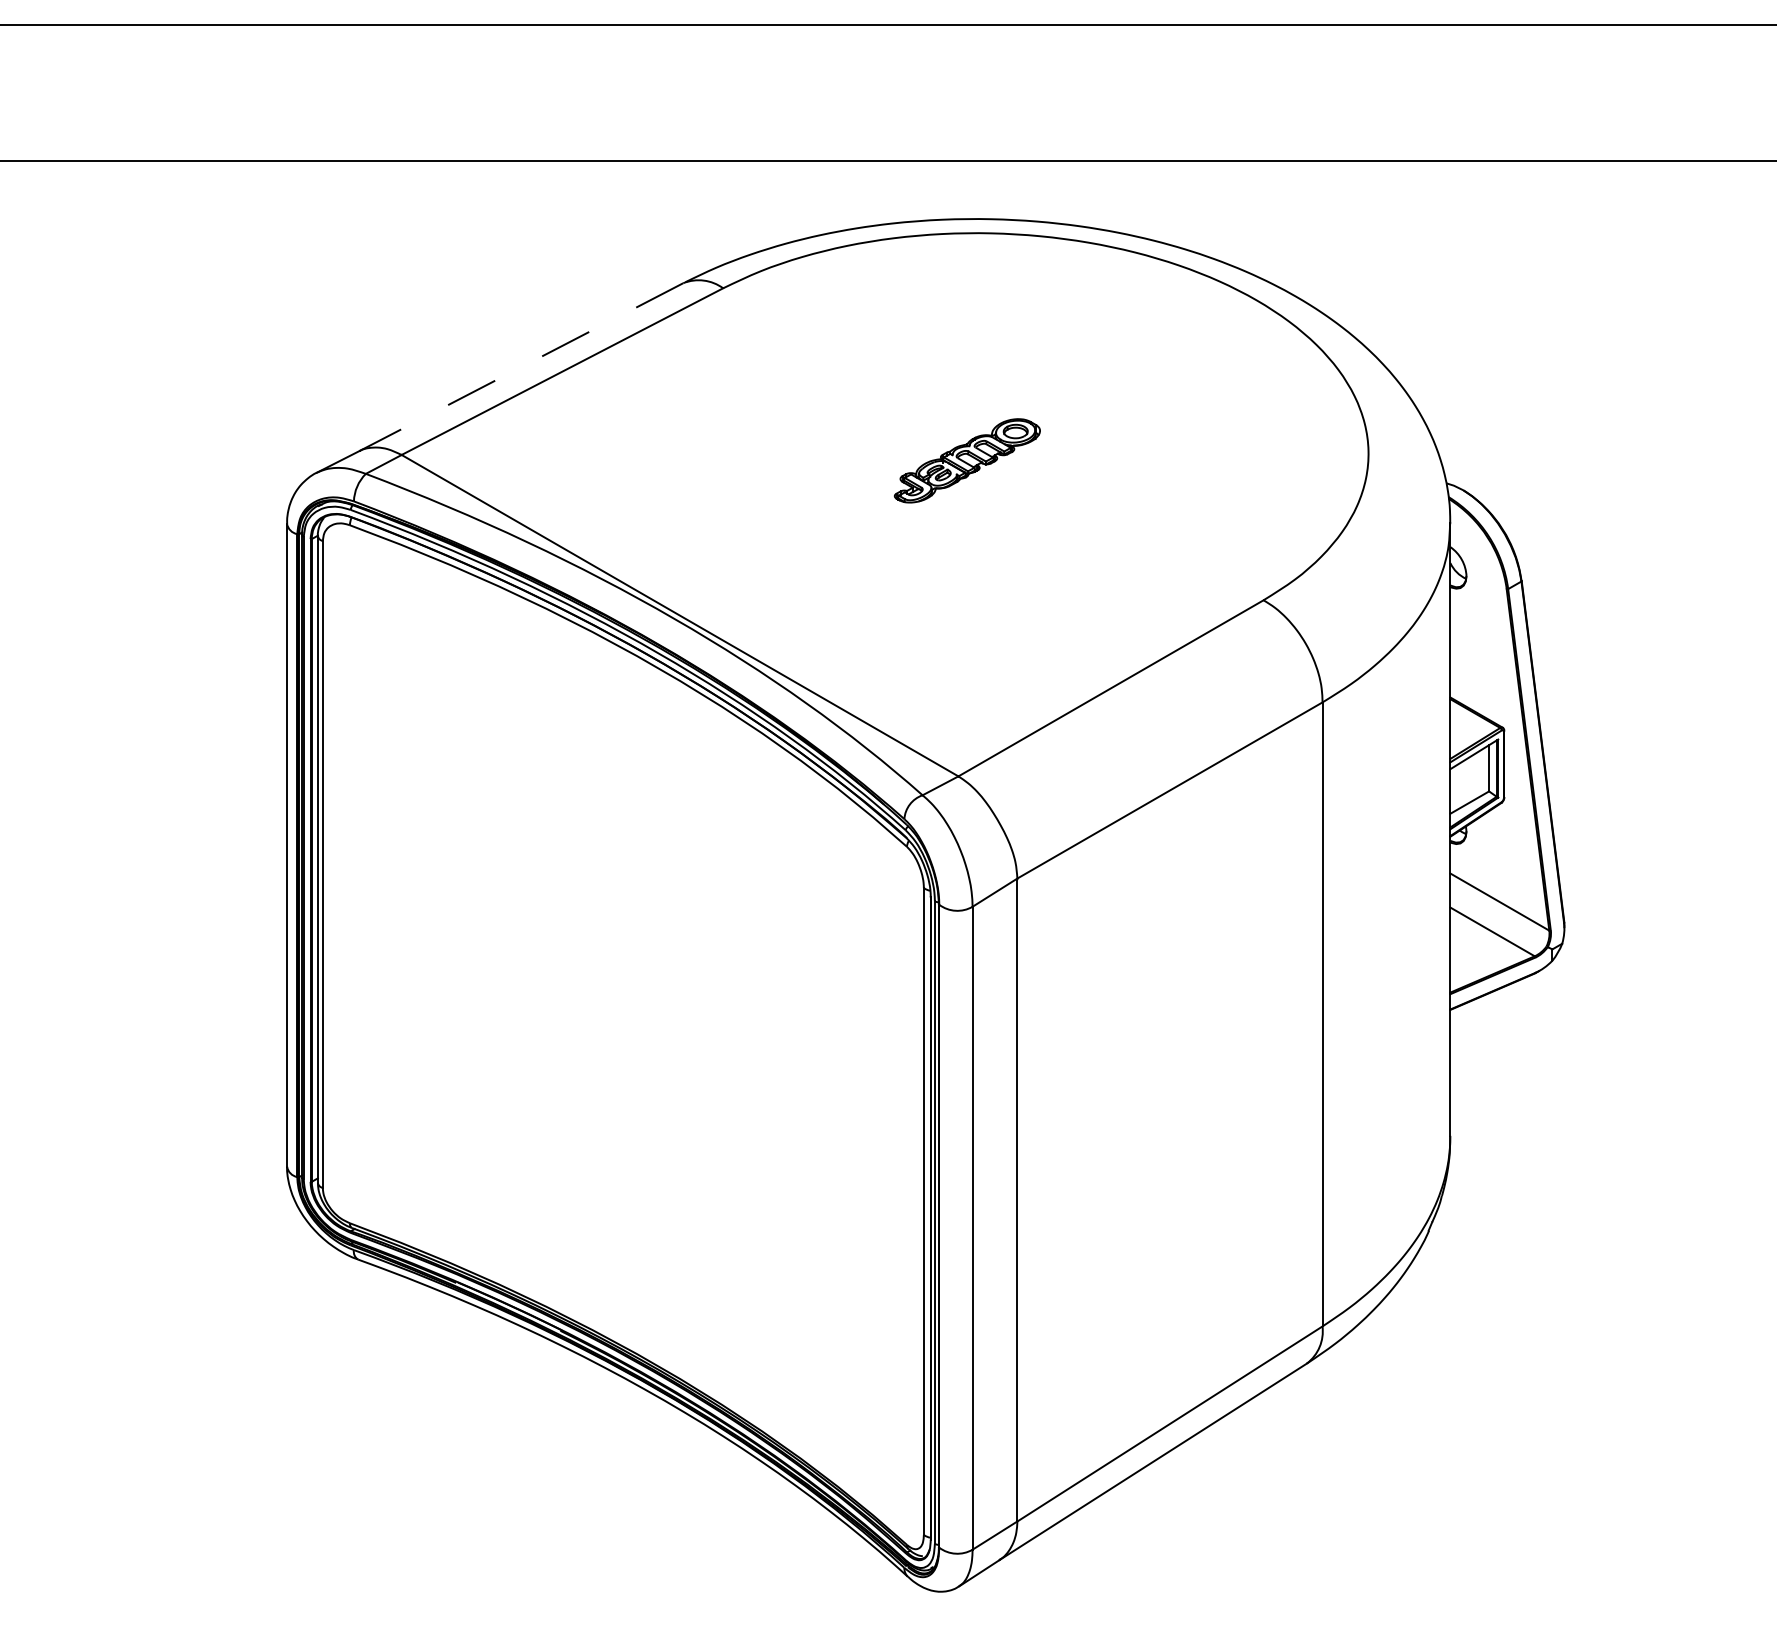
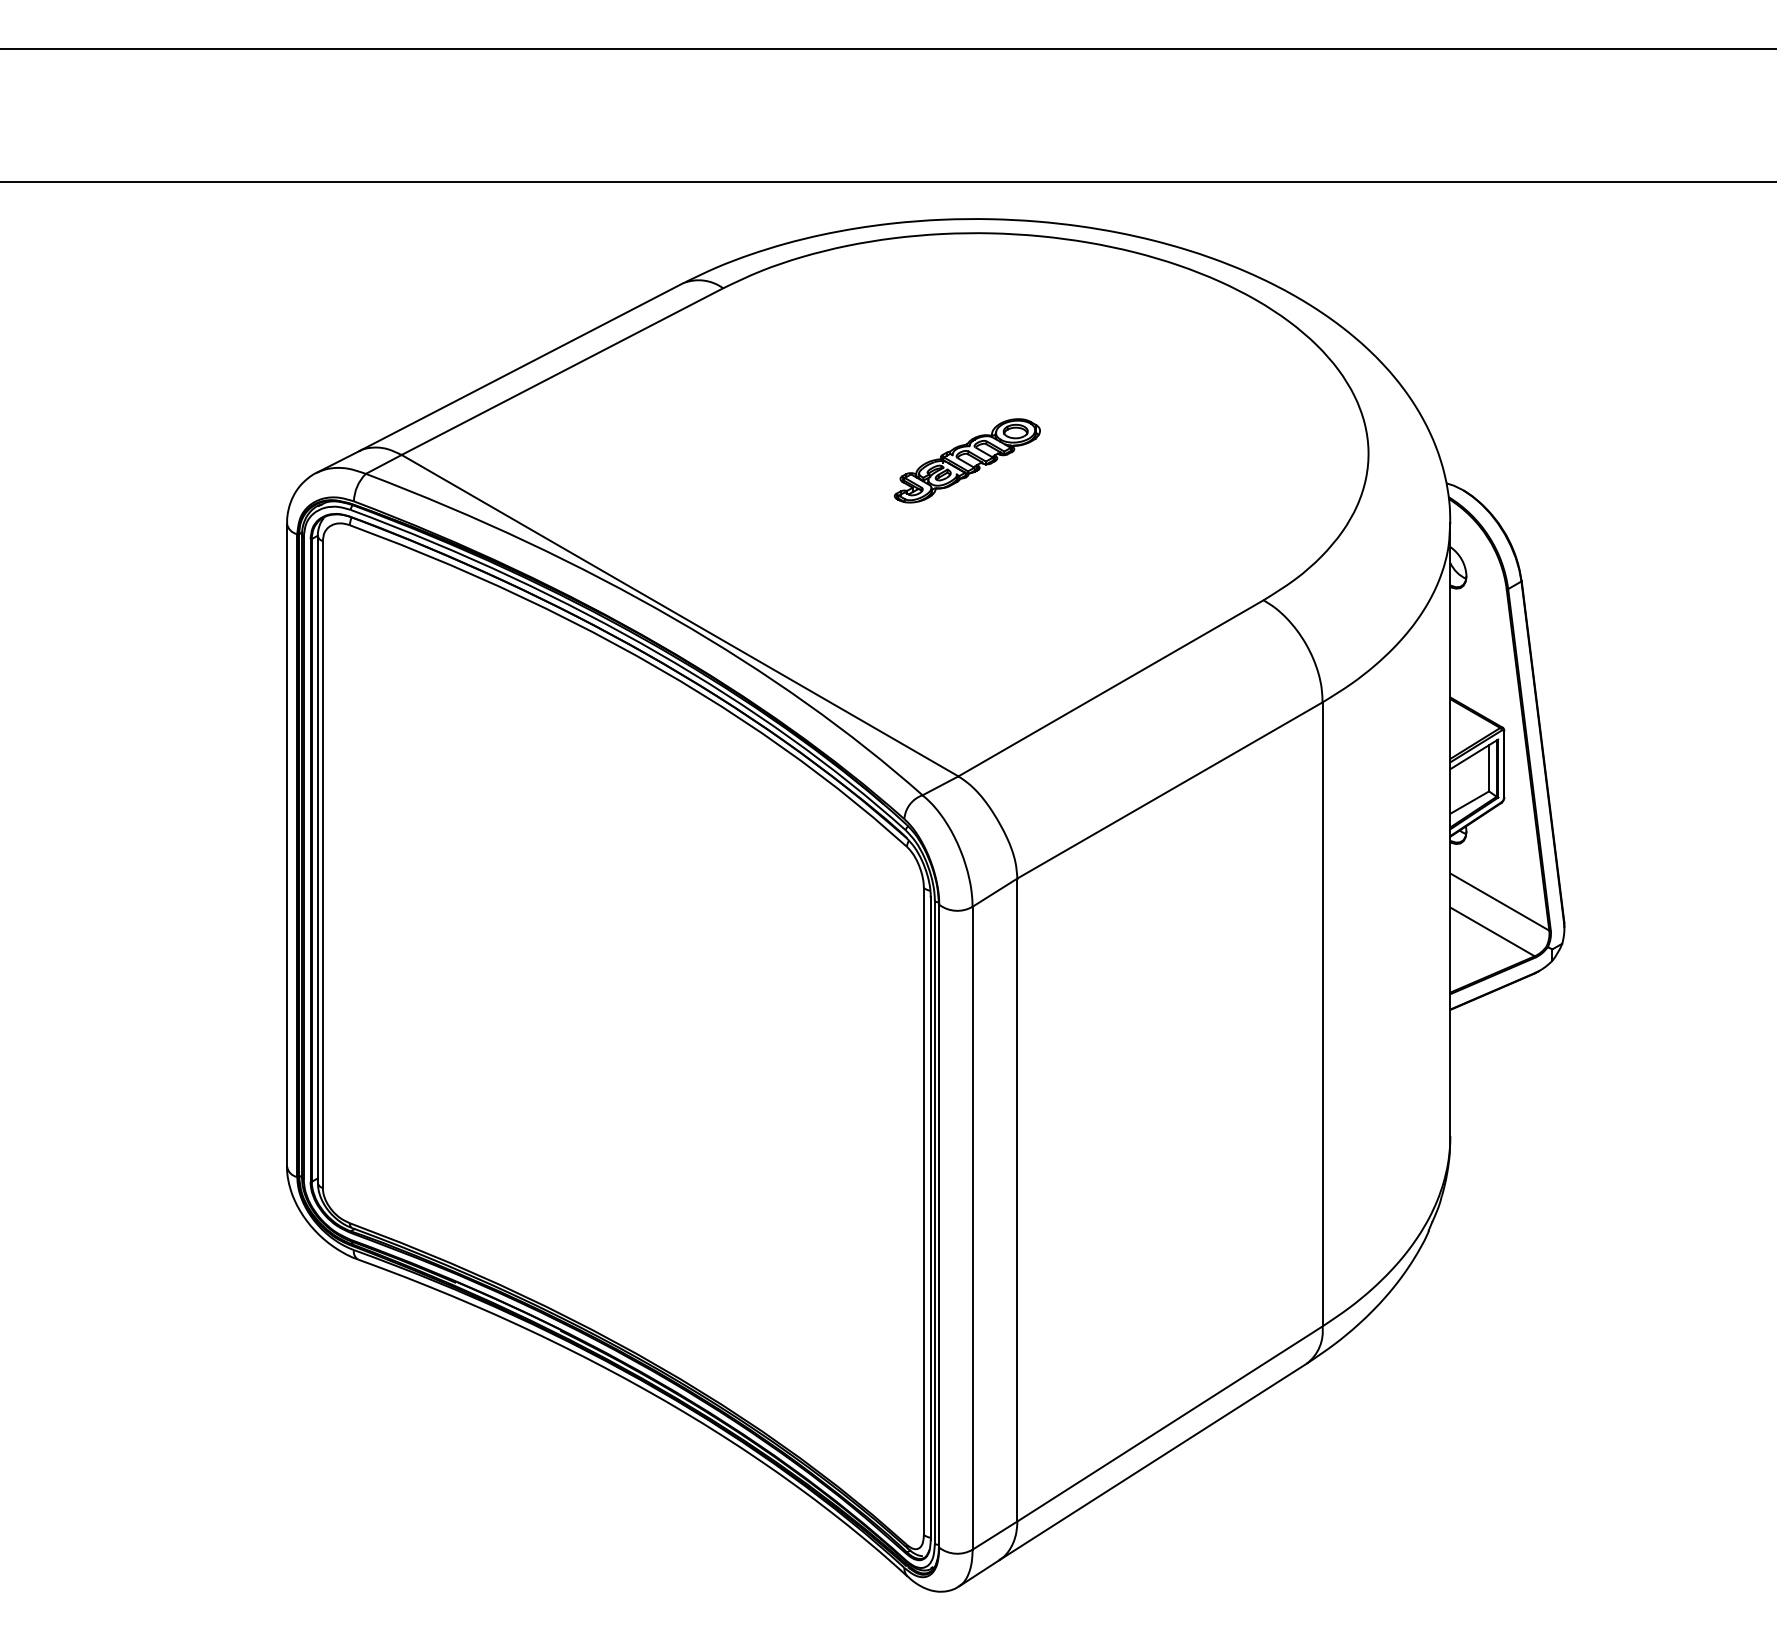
line at (887, 25) position: (887, 25) -> (887, 49)
line at (887, 160) position: (887, 160) -> (887, 181)
line at (520, 367): dashed -> solid
